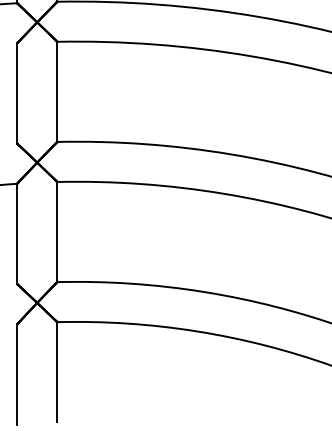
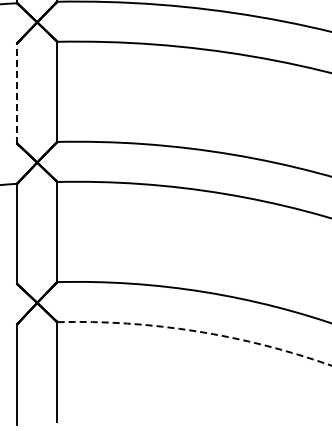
line at (17, 93): solid -> dashed
arc at (196, 331): solid -> dashed
